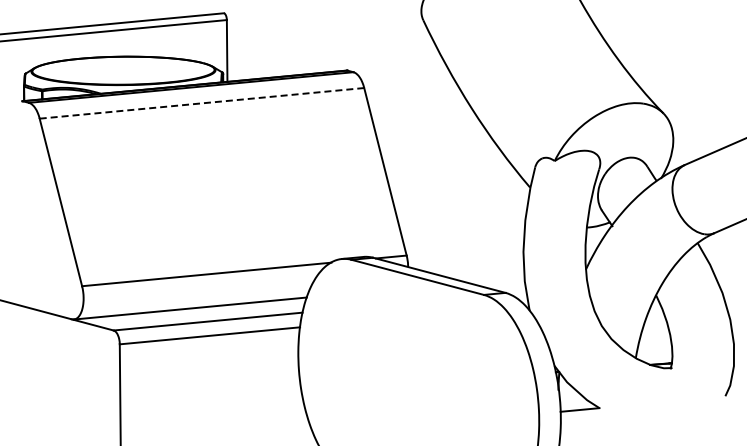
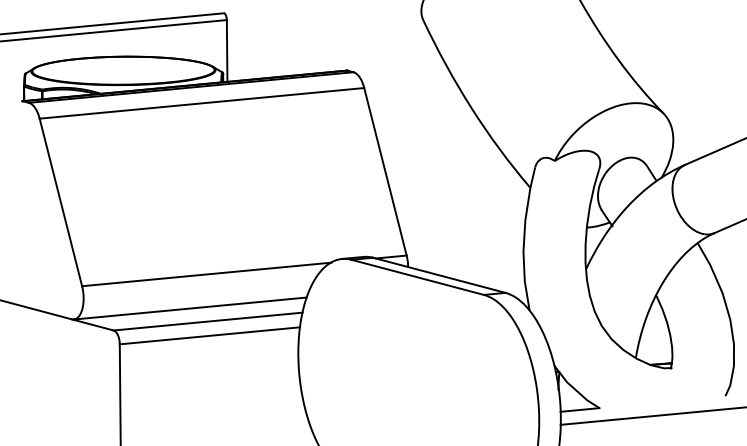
line at (201, 103): dashed -> solid
line at (651, 415): none -> present
